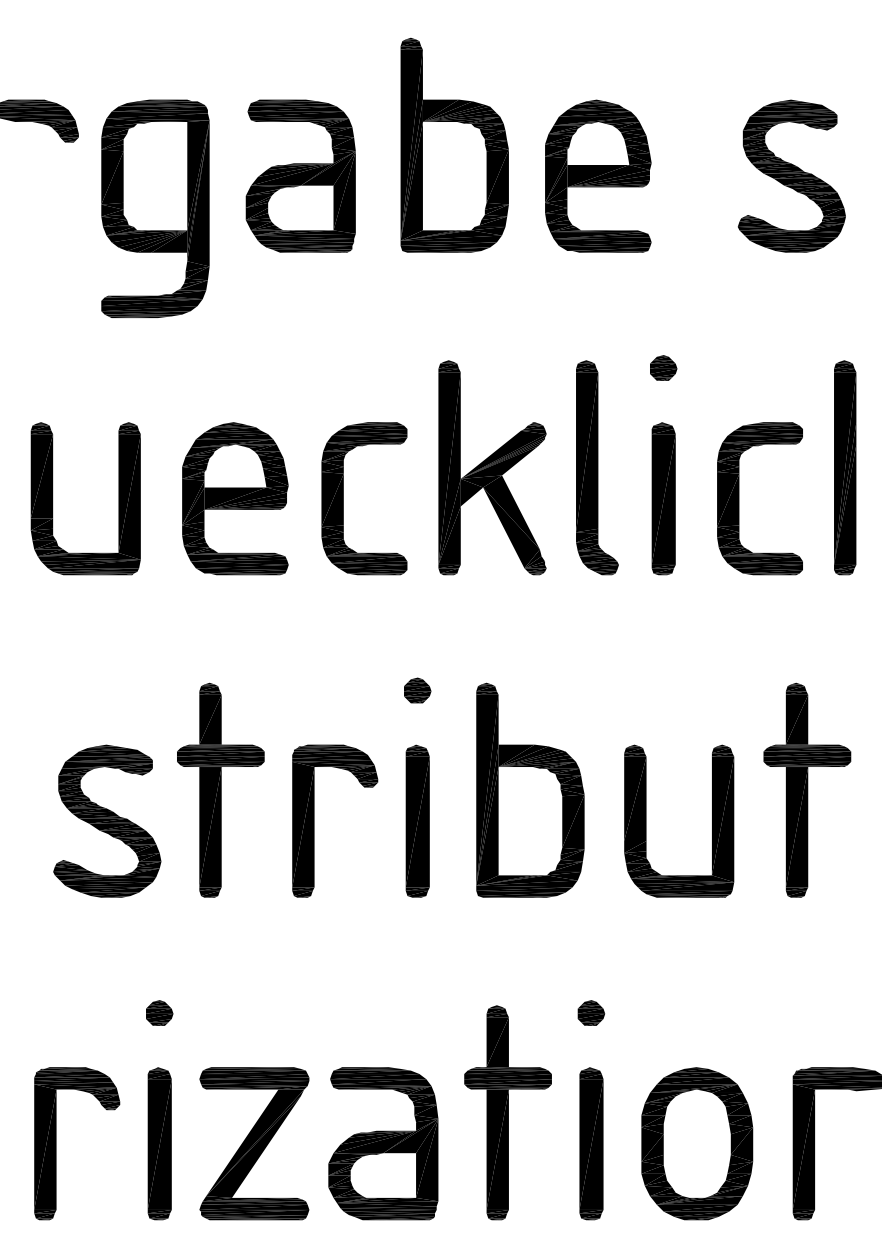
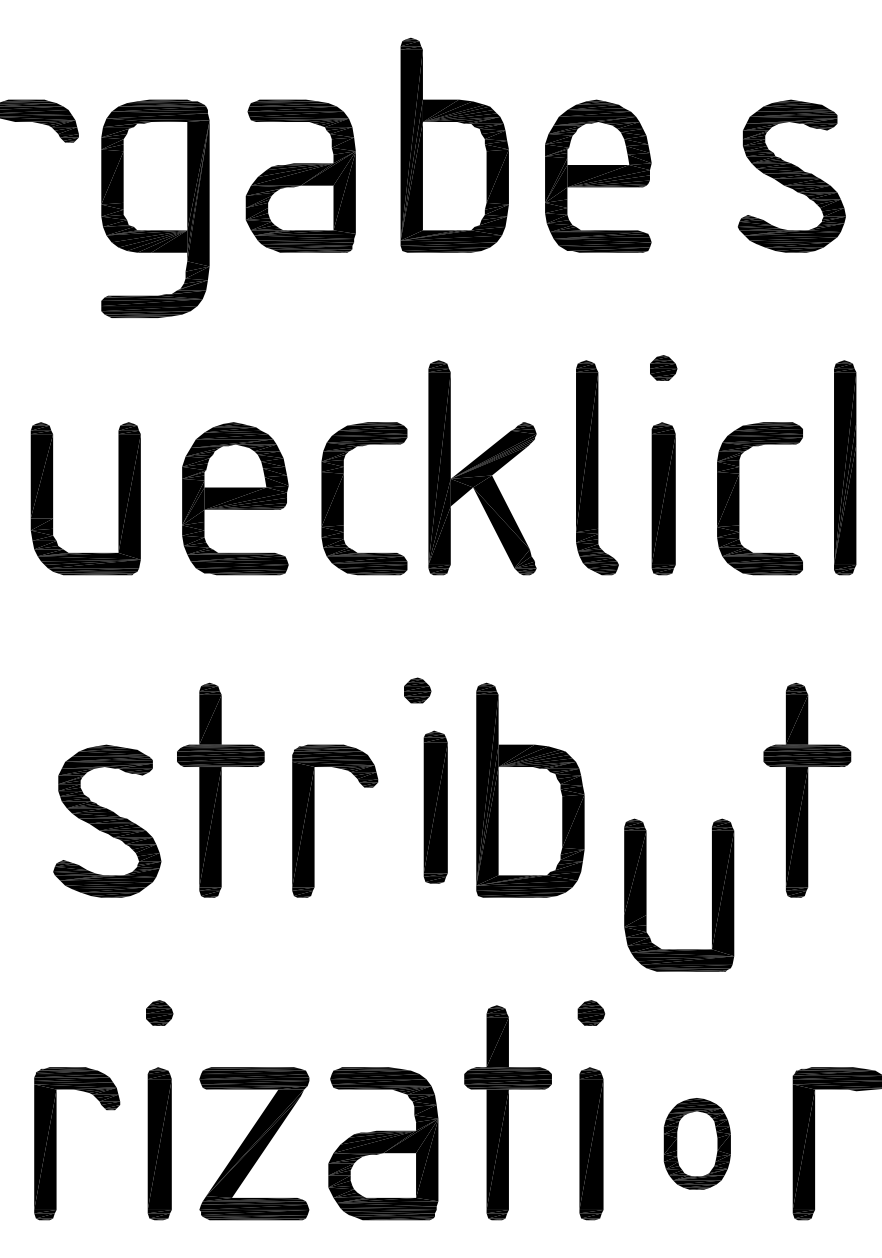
part at (492, 467) position: (492, 467) -> (482, 467)
part at (417, 820) position: (417, 820) -> (435, 806)
part at (646, 820) position: (646, 820) -> (646, 894)
part at (697, 1143) size: 113x154 px -> 68x92 px
